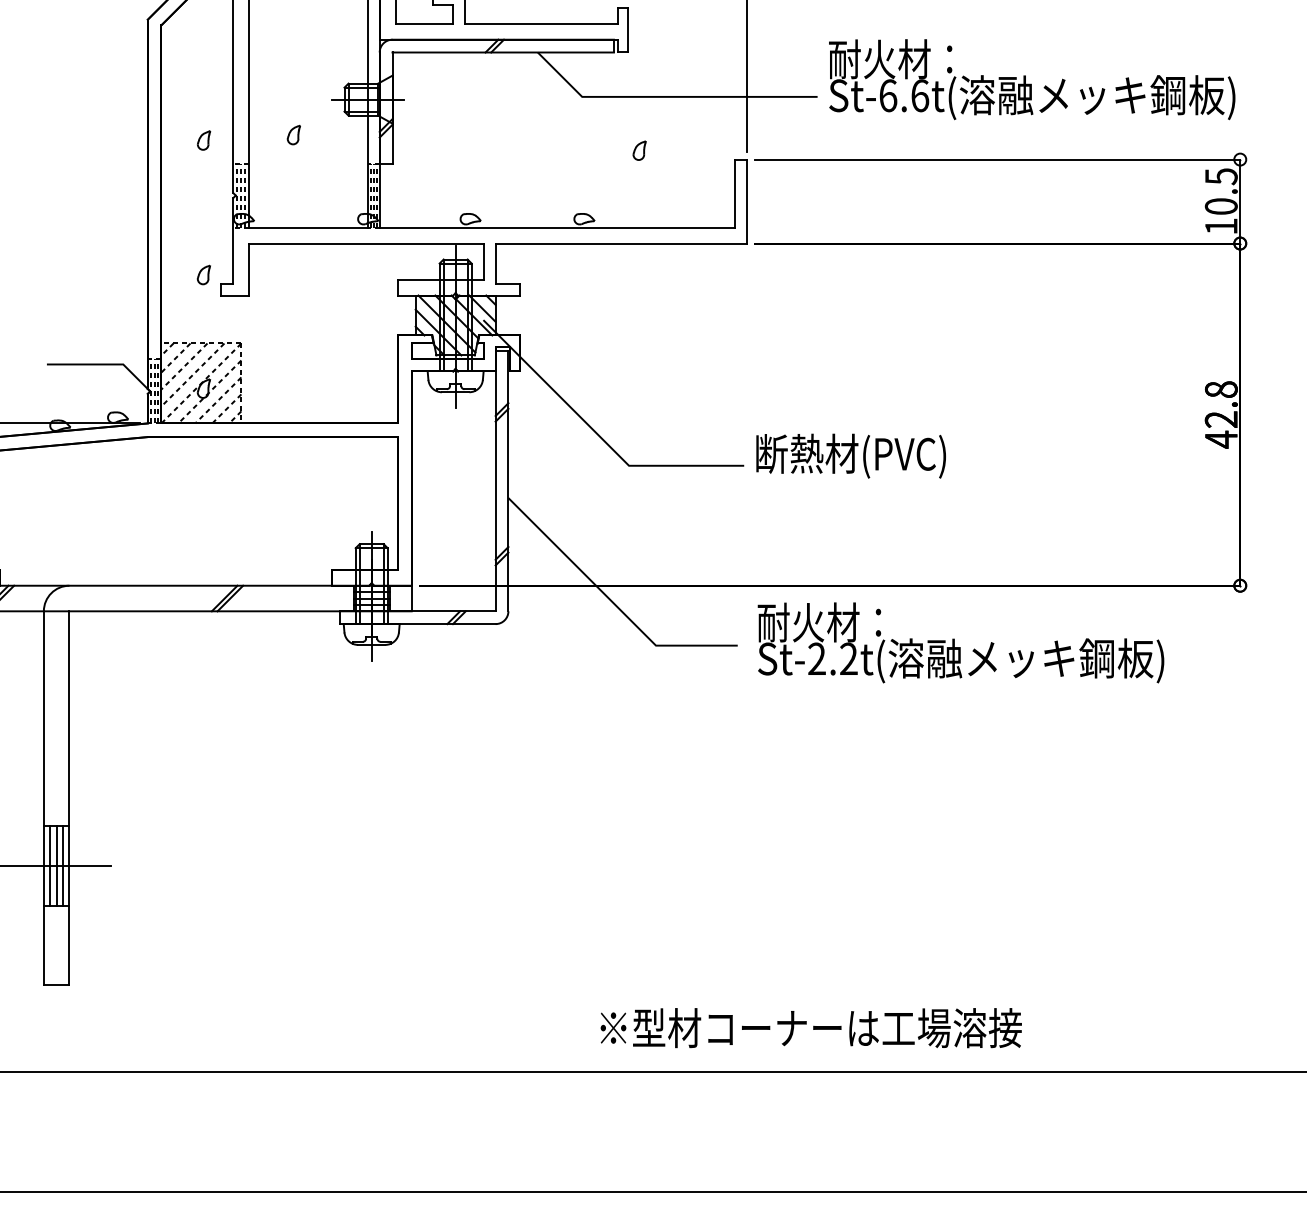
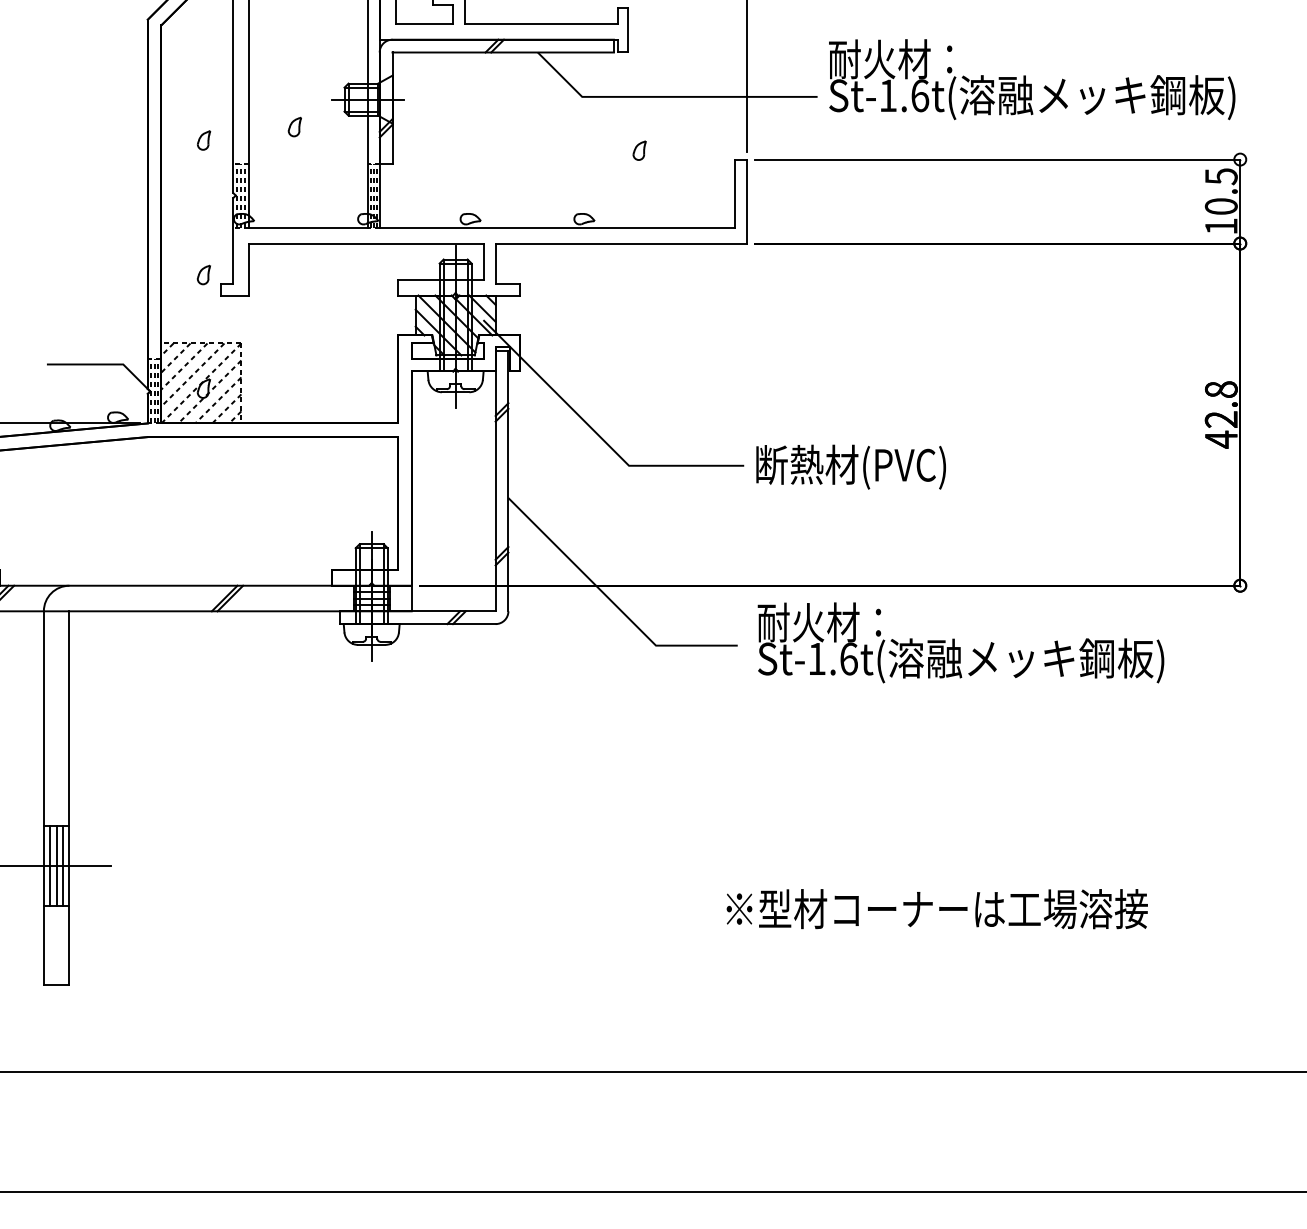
text at (888, 95): St-6.6t( -> St-1.6t(
part at (293, 134) position: (293, 134) -> (294, 126)
text at (850, 455) position: (850, 455) -> (850, 466)
text at (832, 658): St-2.2t( -> St-1.6t(
text at (810, 1028) position: (810, 1028) -> (936, 909)
